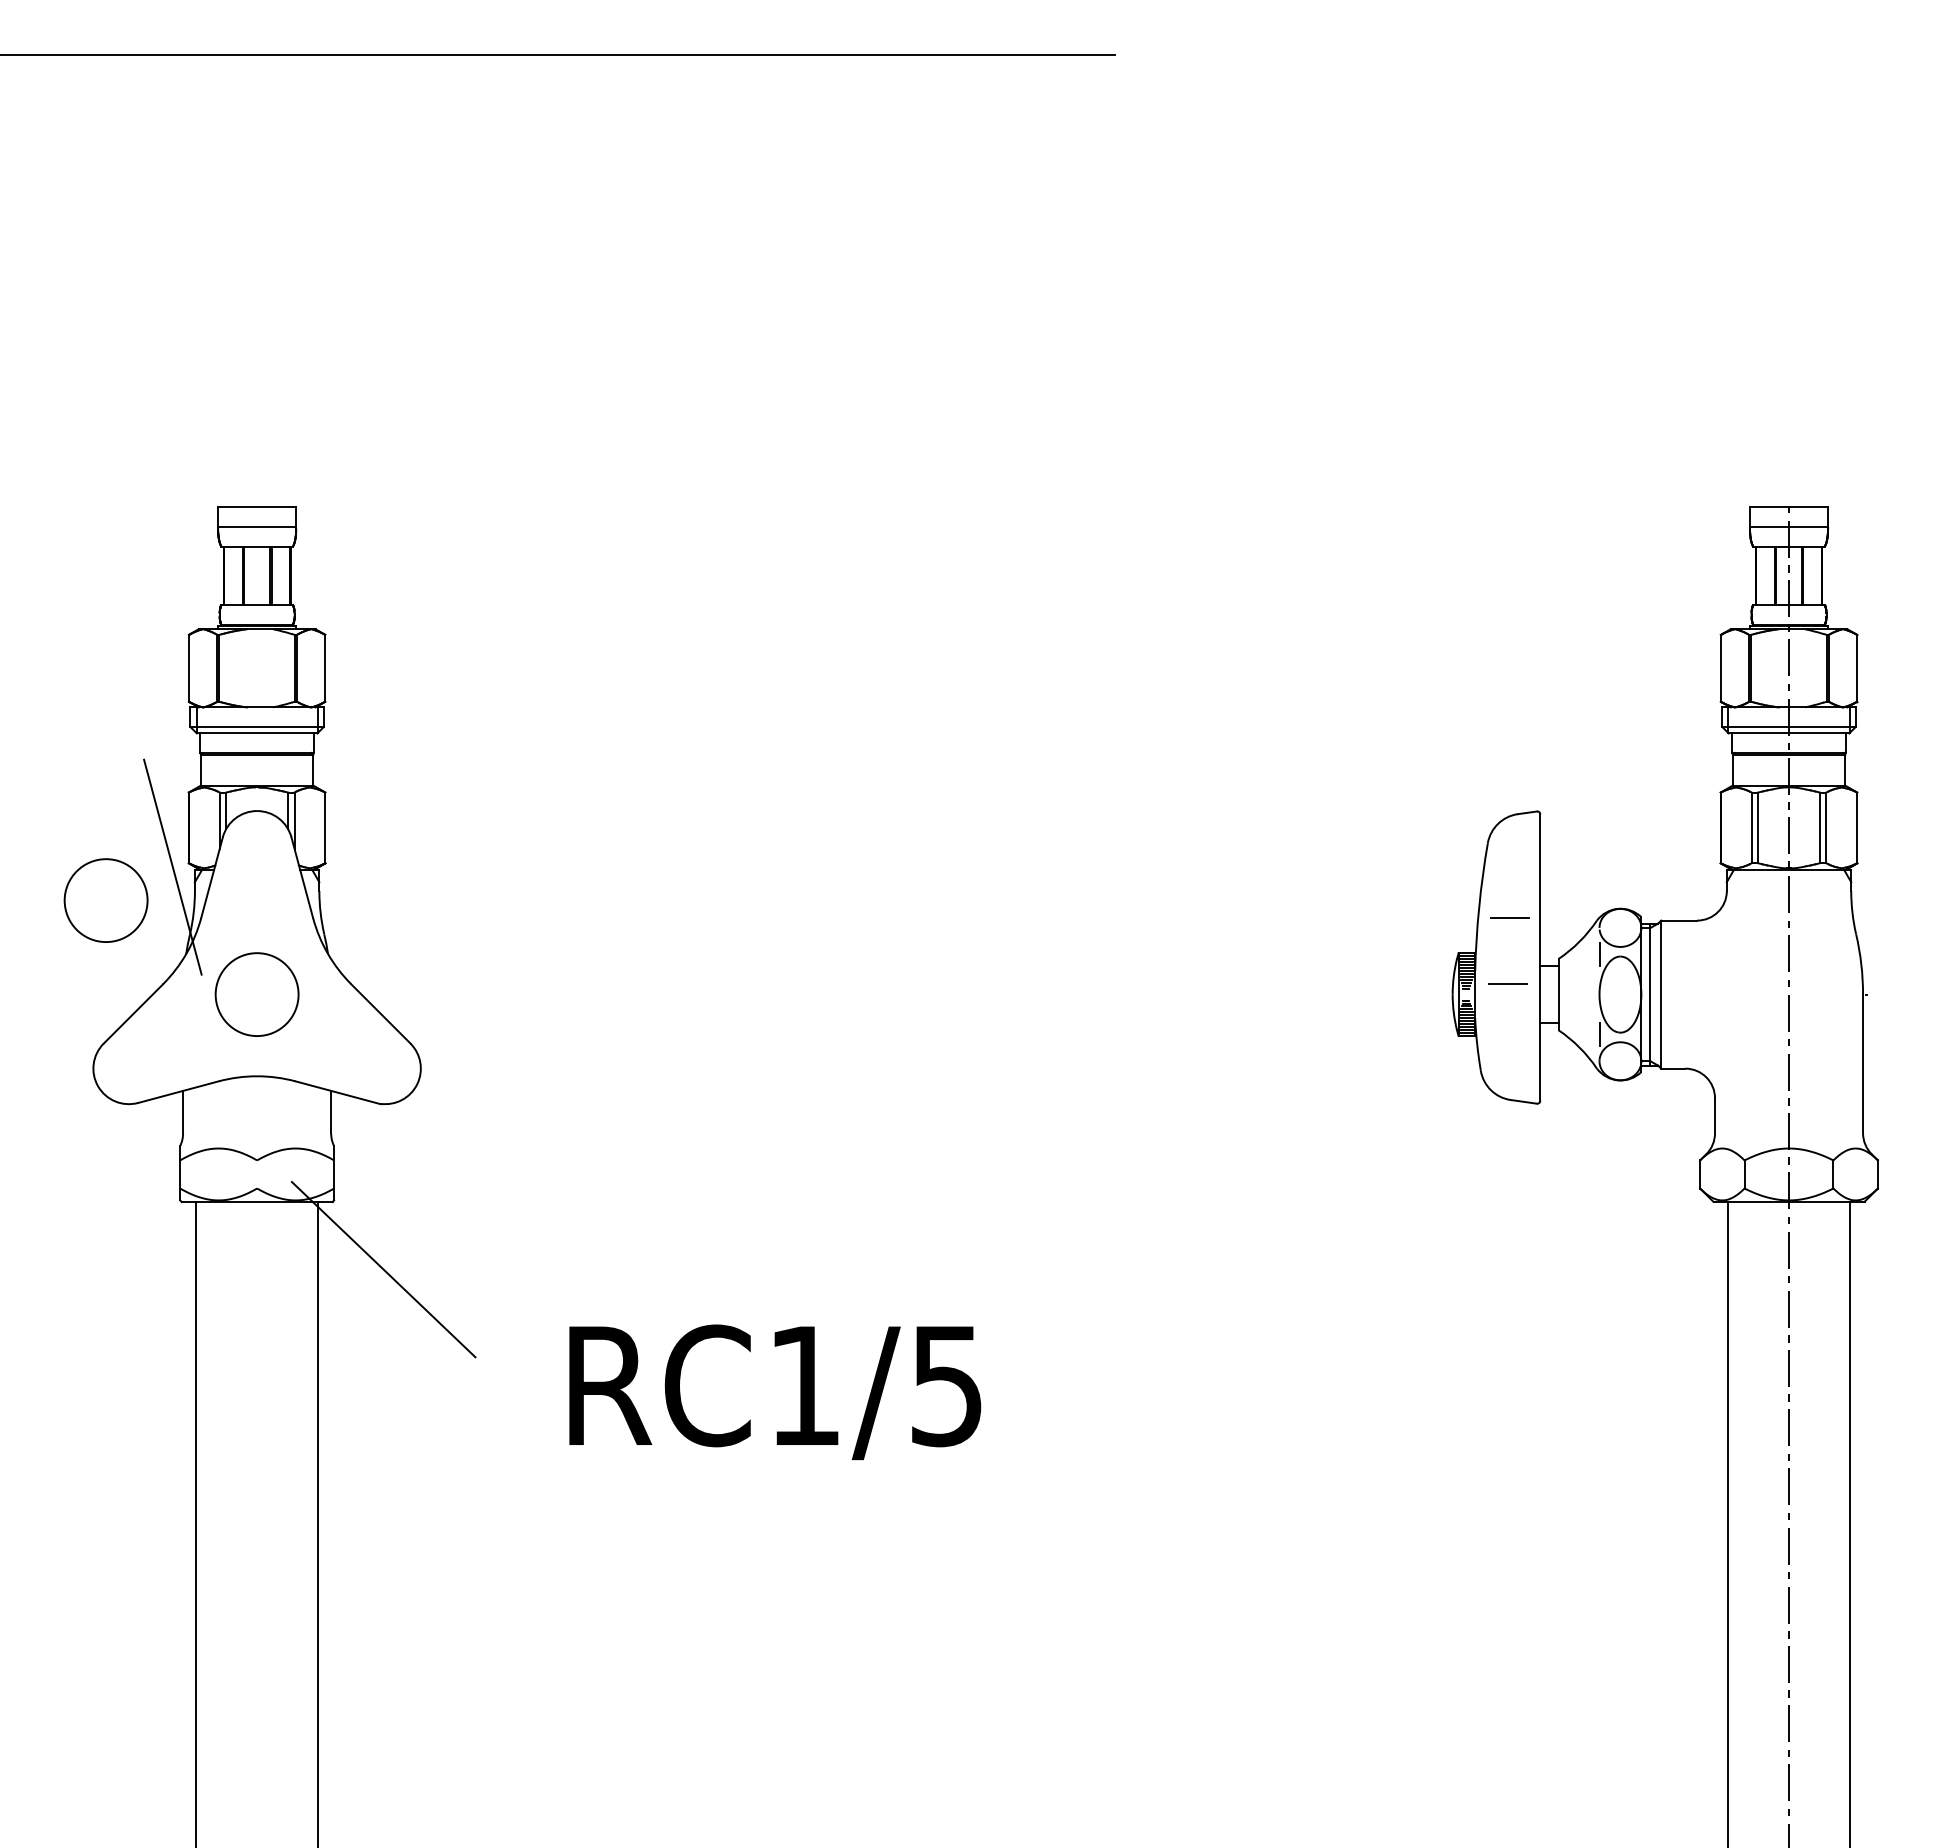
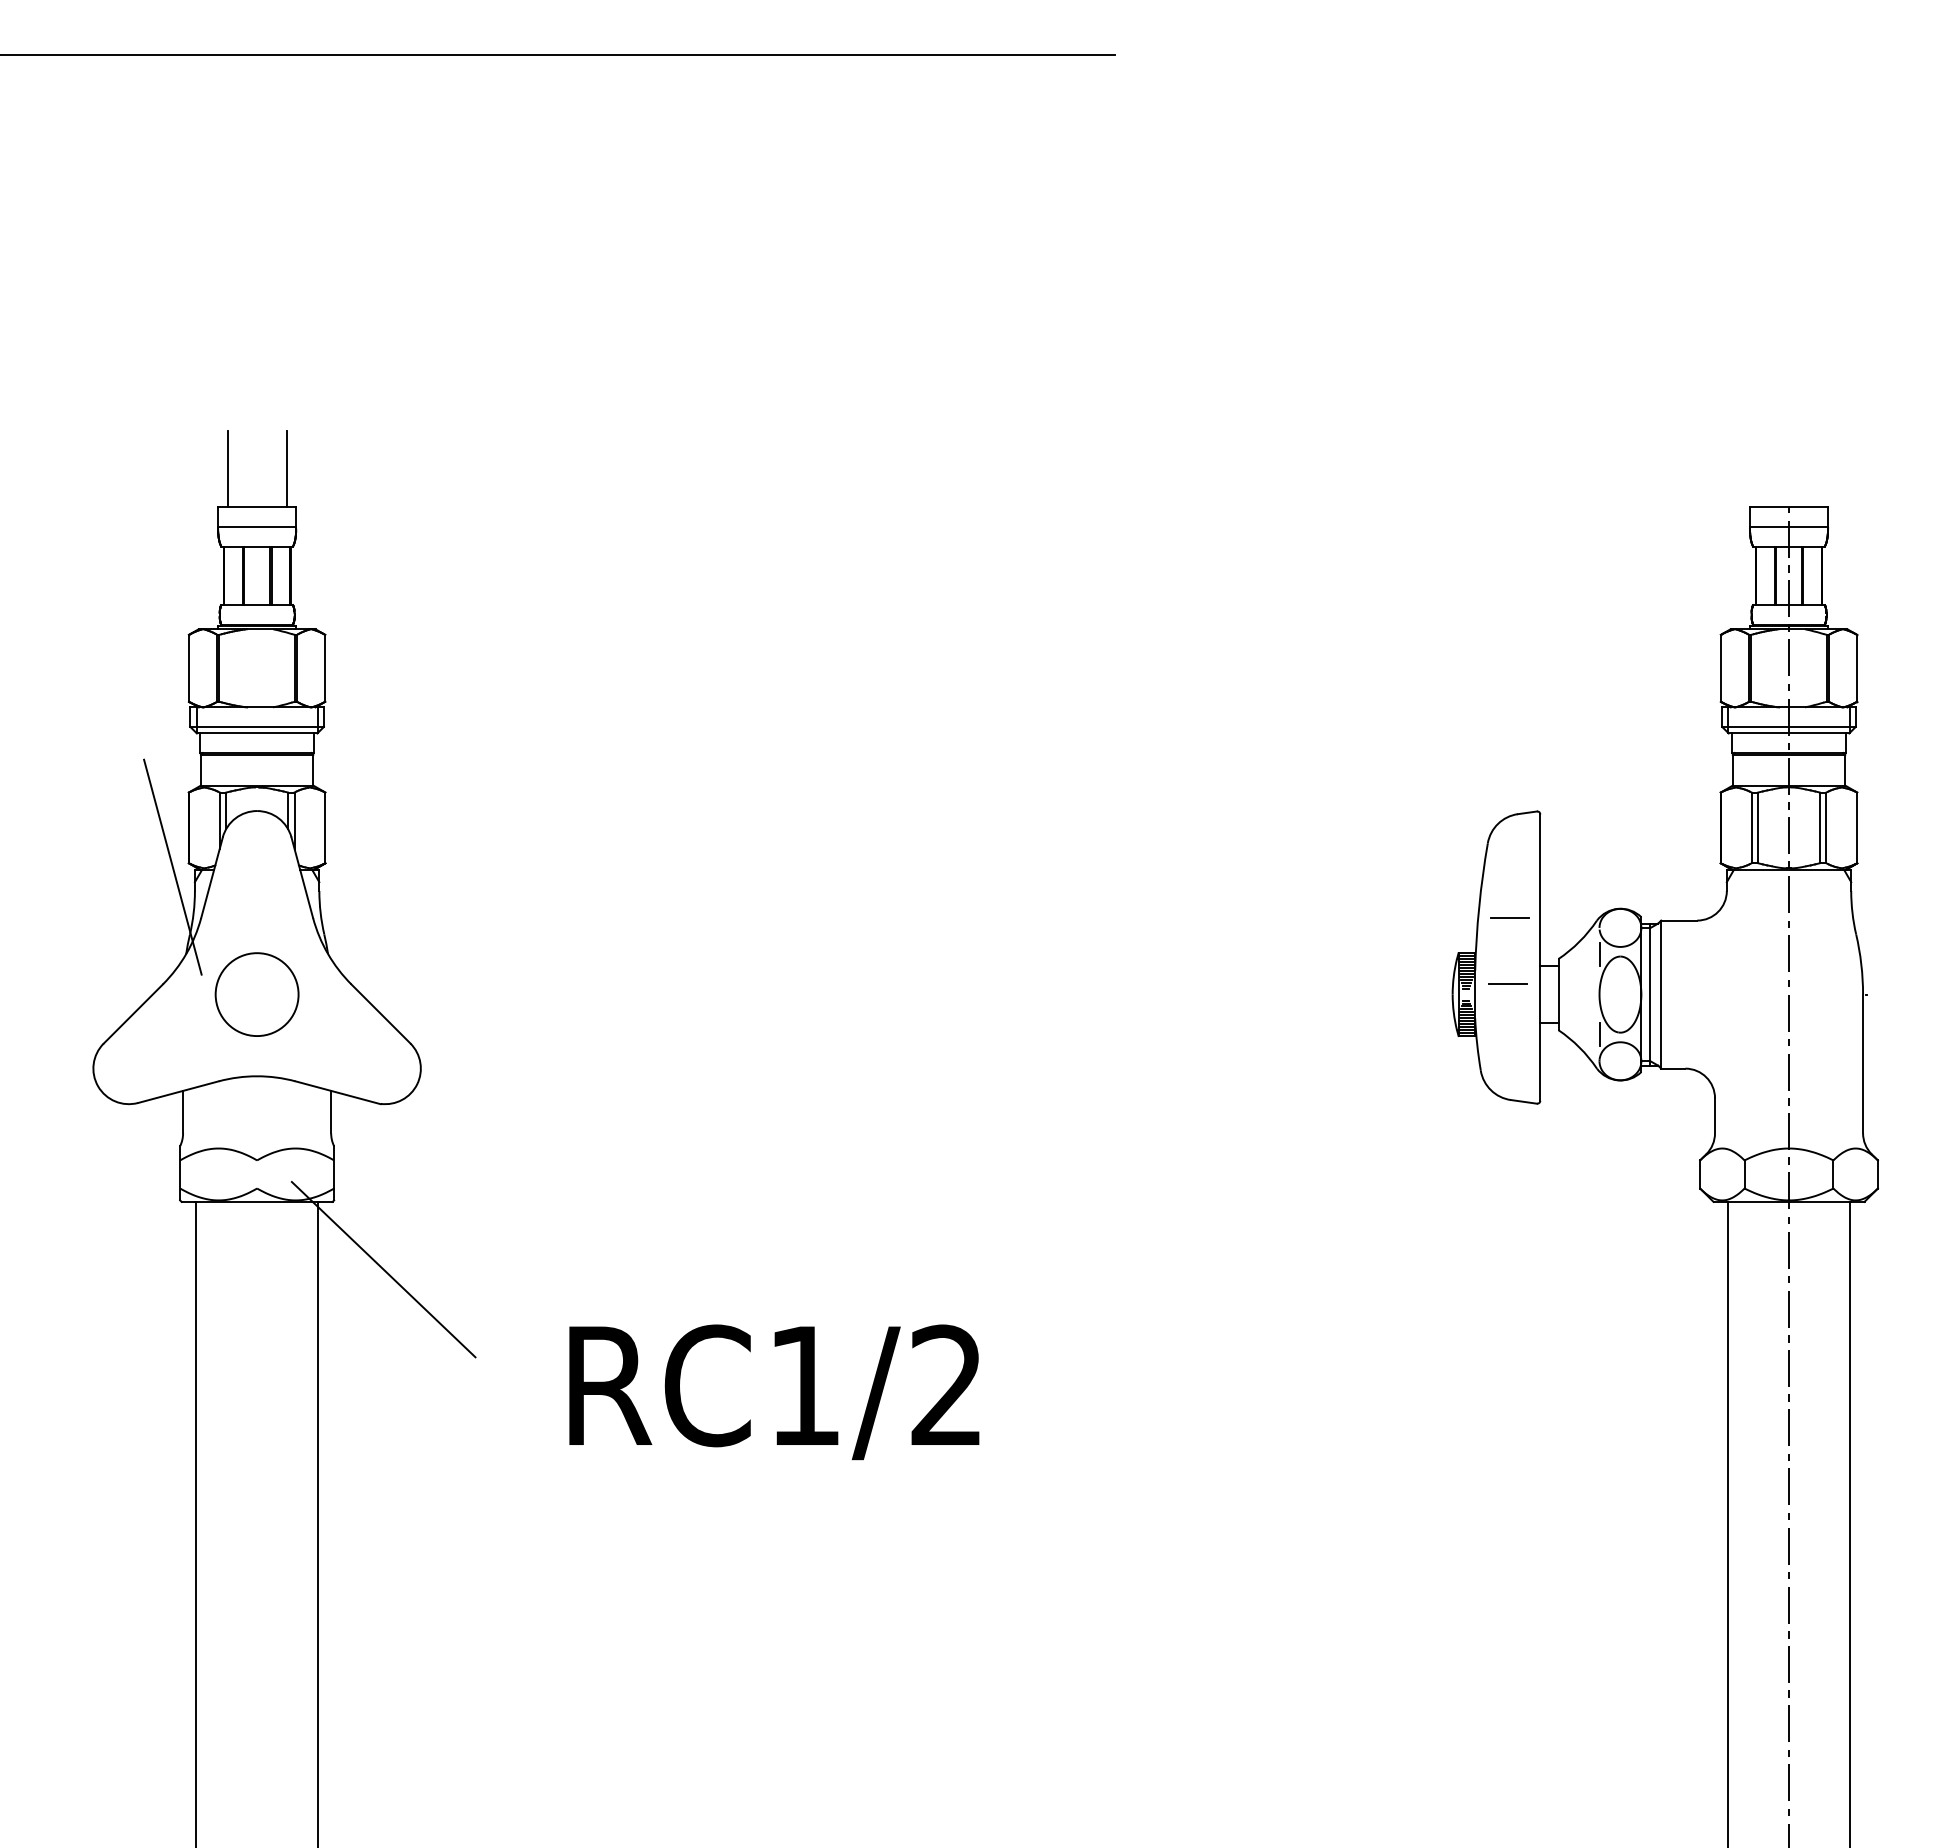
line at (227, 469): none -> present
line at (286, 469): none -> present
circle at (105, 900): present -> none
text at (946, 1385): RC1/5 -> RC1/2
